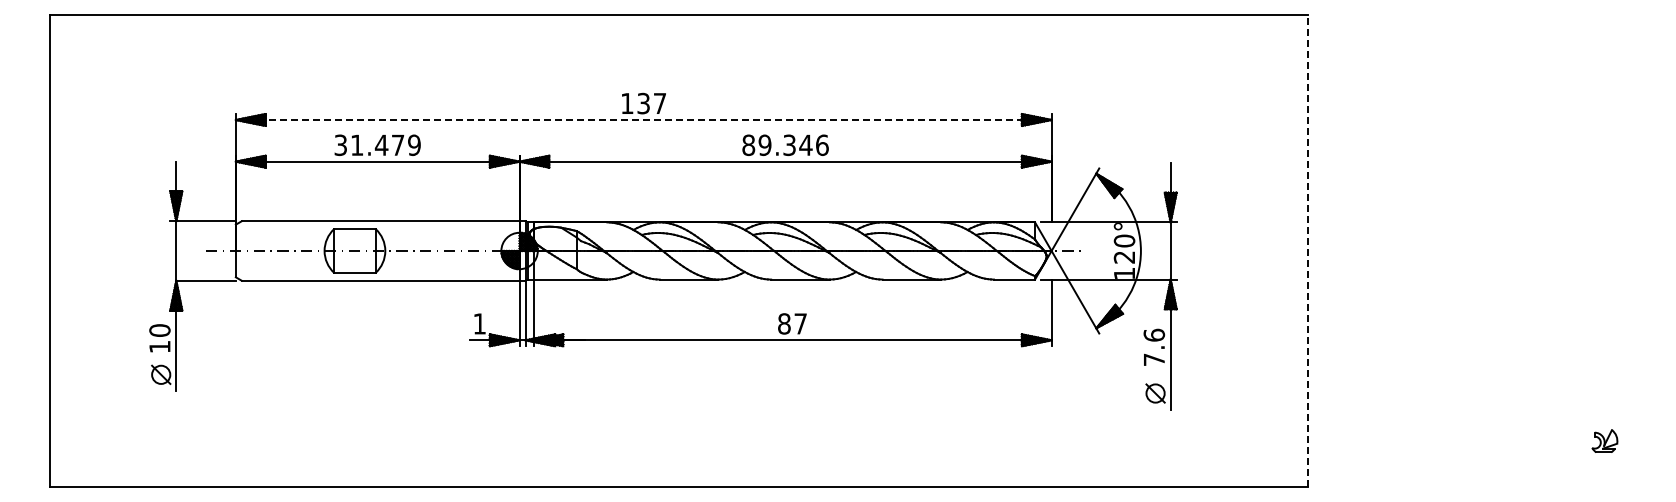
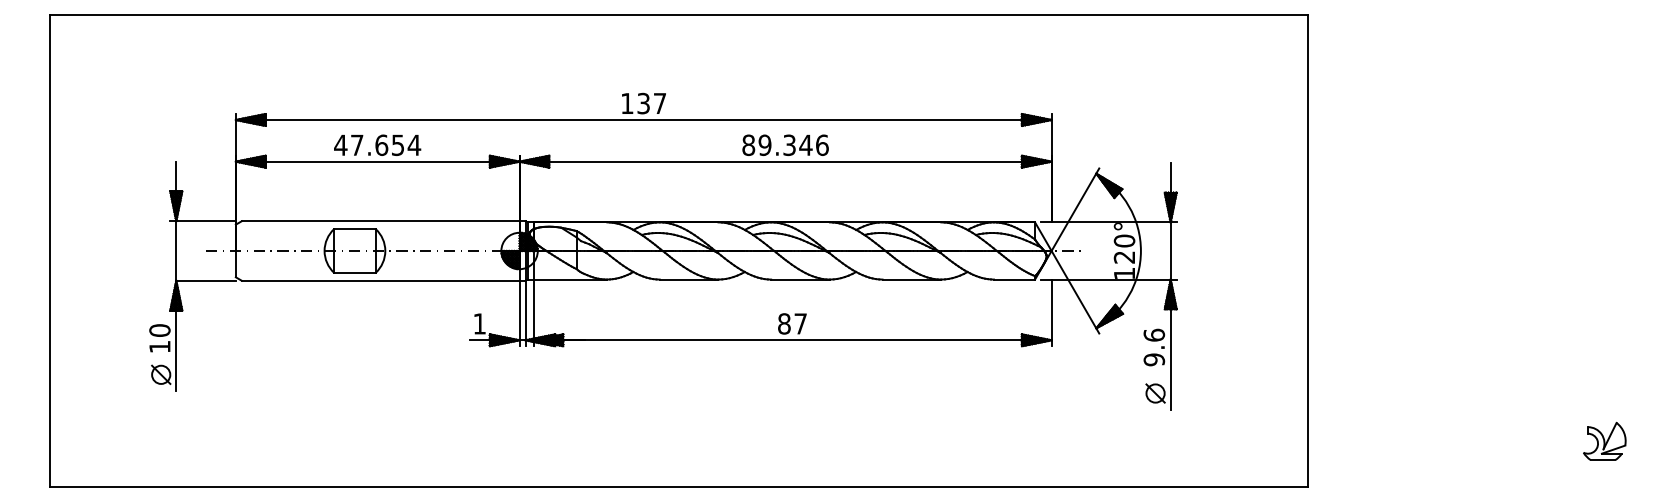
line at (643, 120): dashed -> solid
text at (377, 145): 31.479 -> 47.654
line at (1307, 251): dashed -> solid
text at (1154, 359): 7.6 -> 9.6
part at (1604, 440) size: 28x24 px -> 44x40 px
